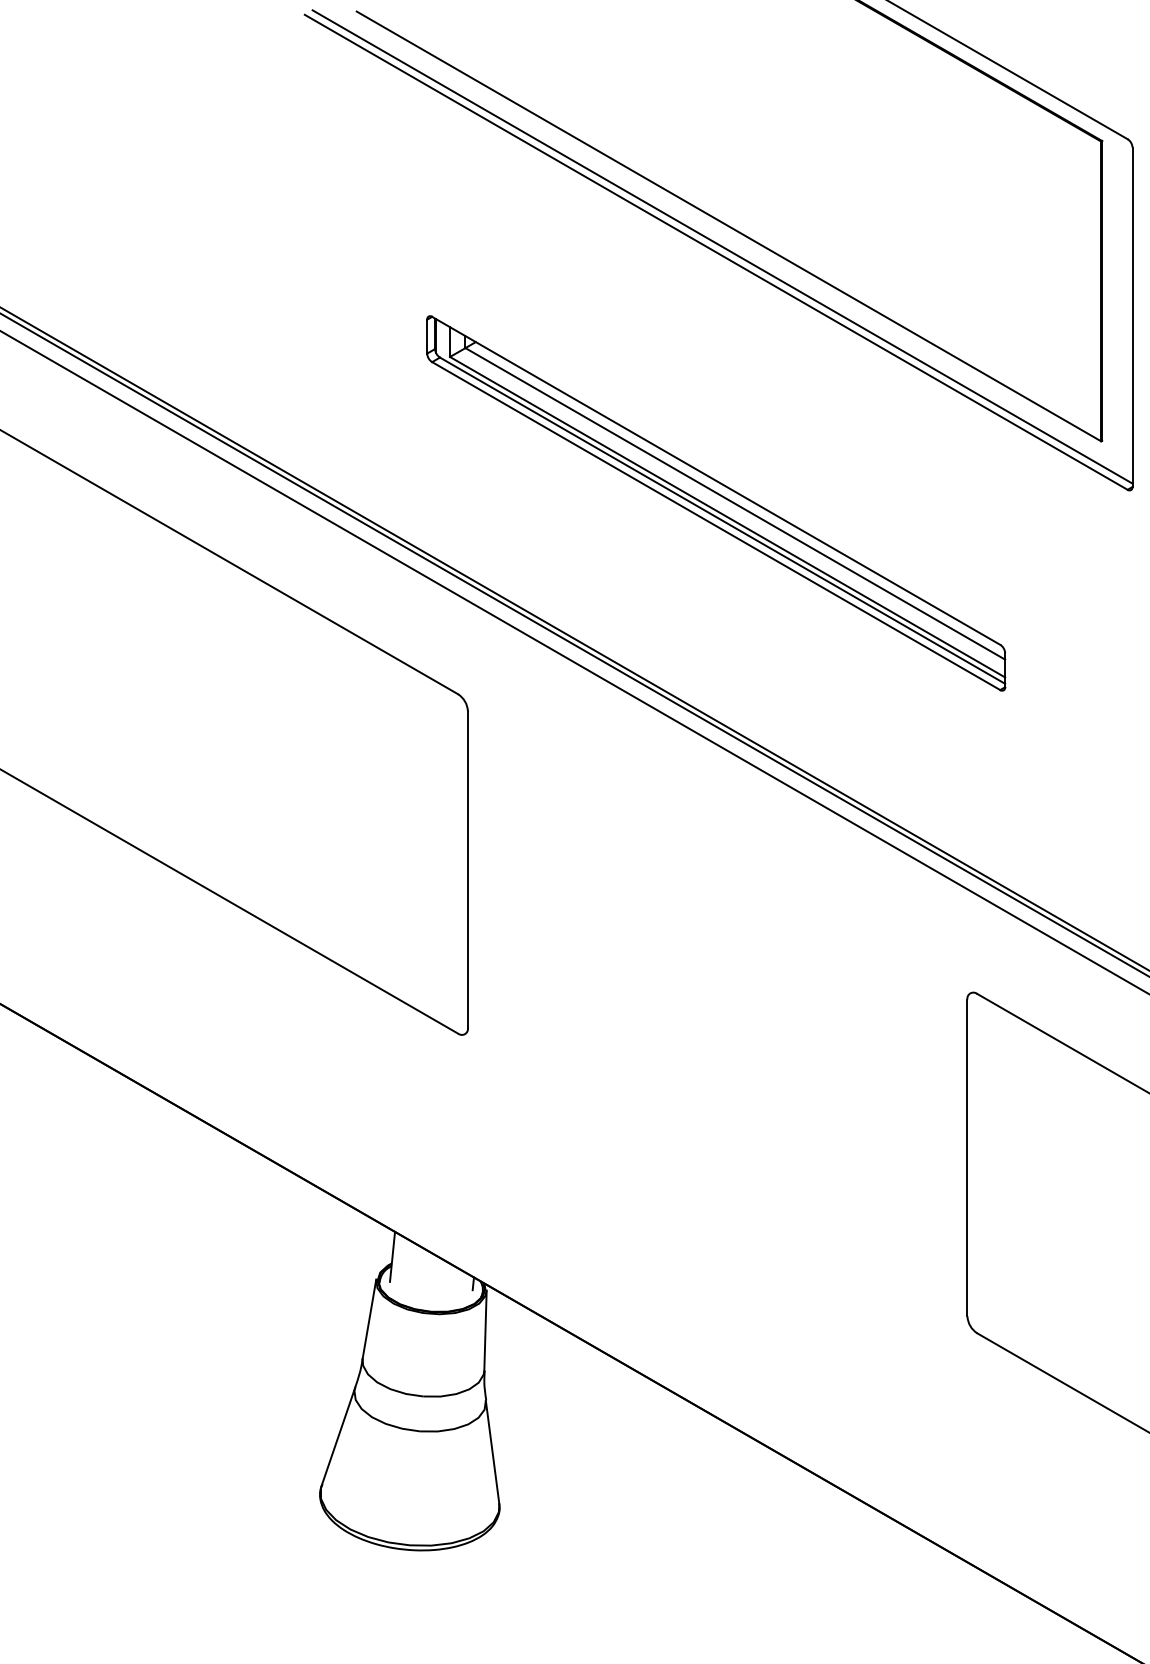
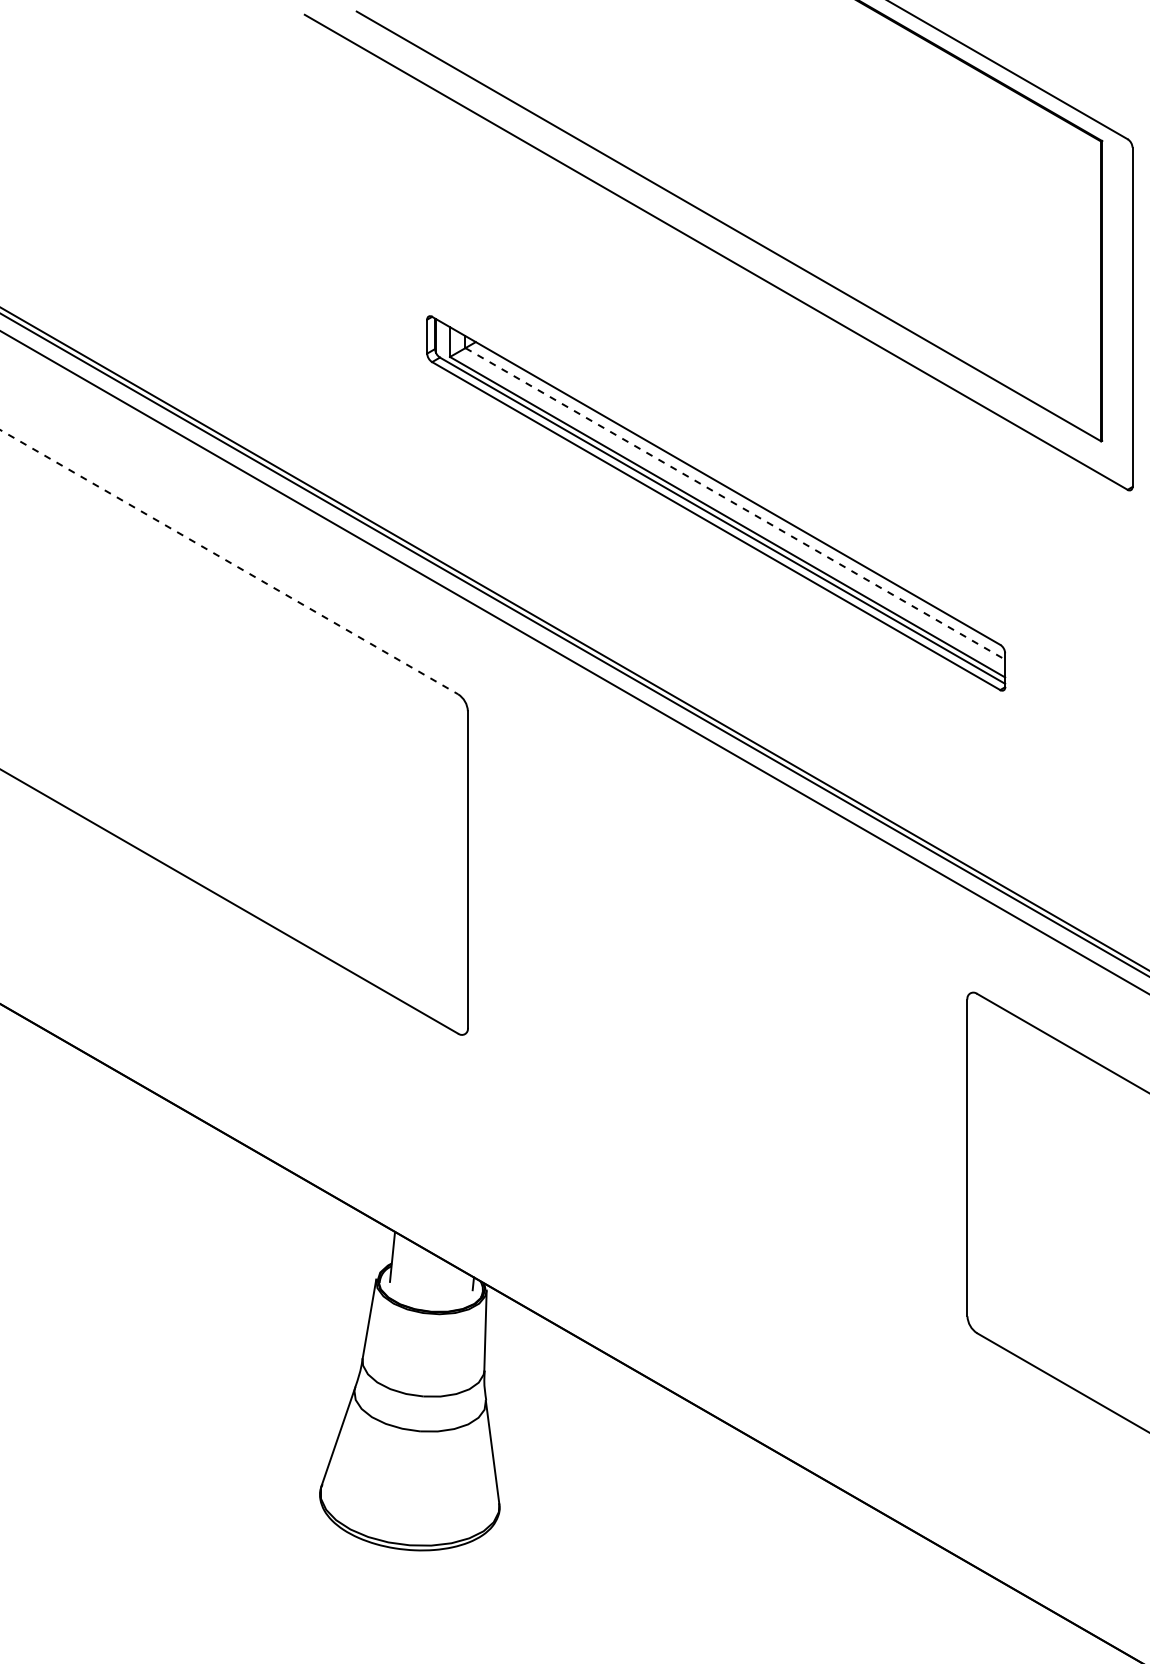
line at (722, 246): present -> none
line at (735, 503): solid -> dashed
line at (229, 562): solid -> dashed
